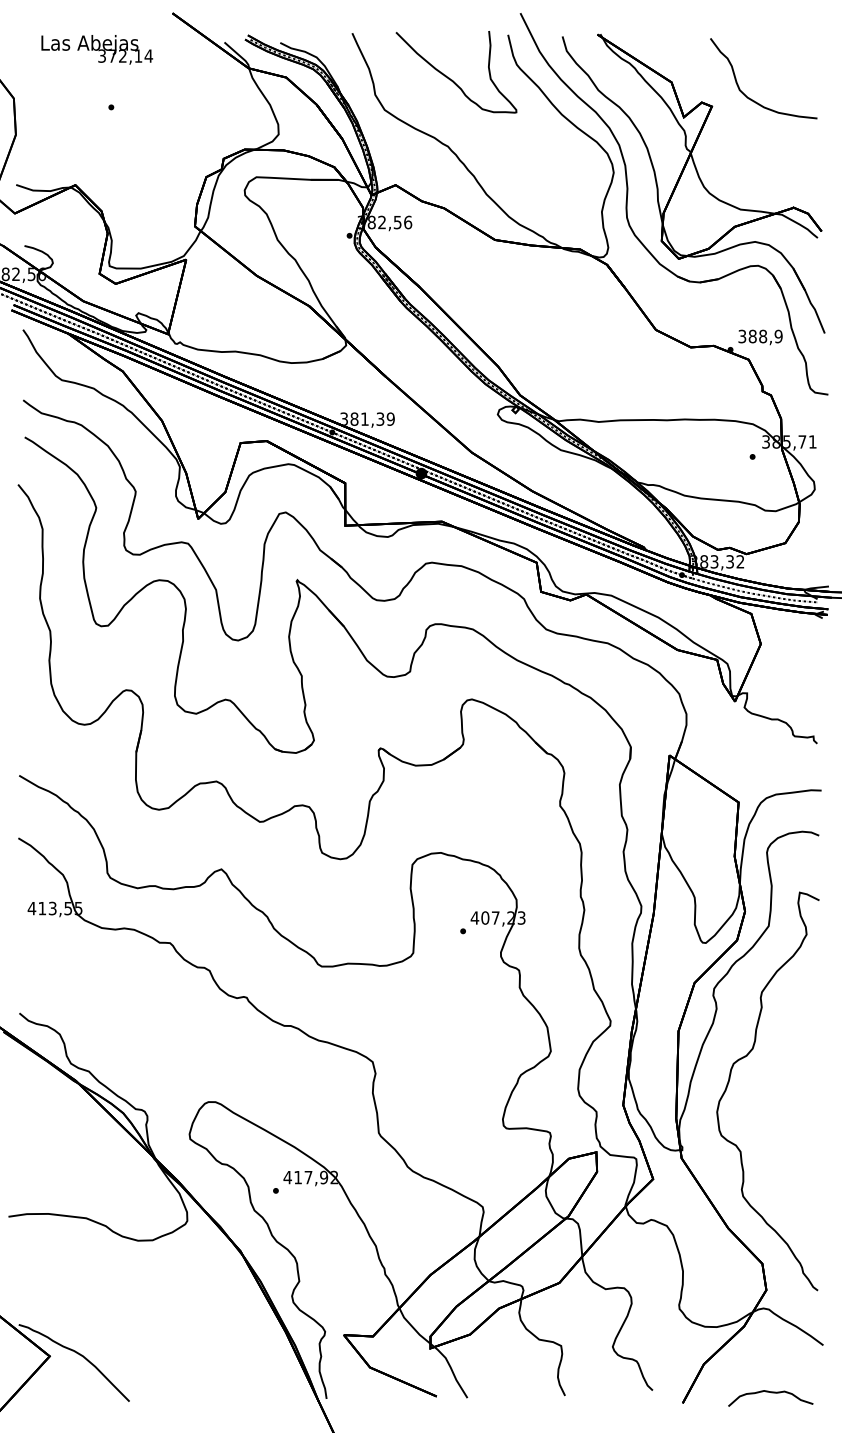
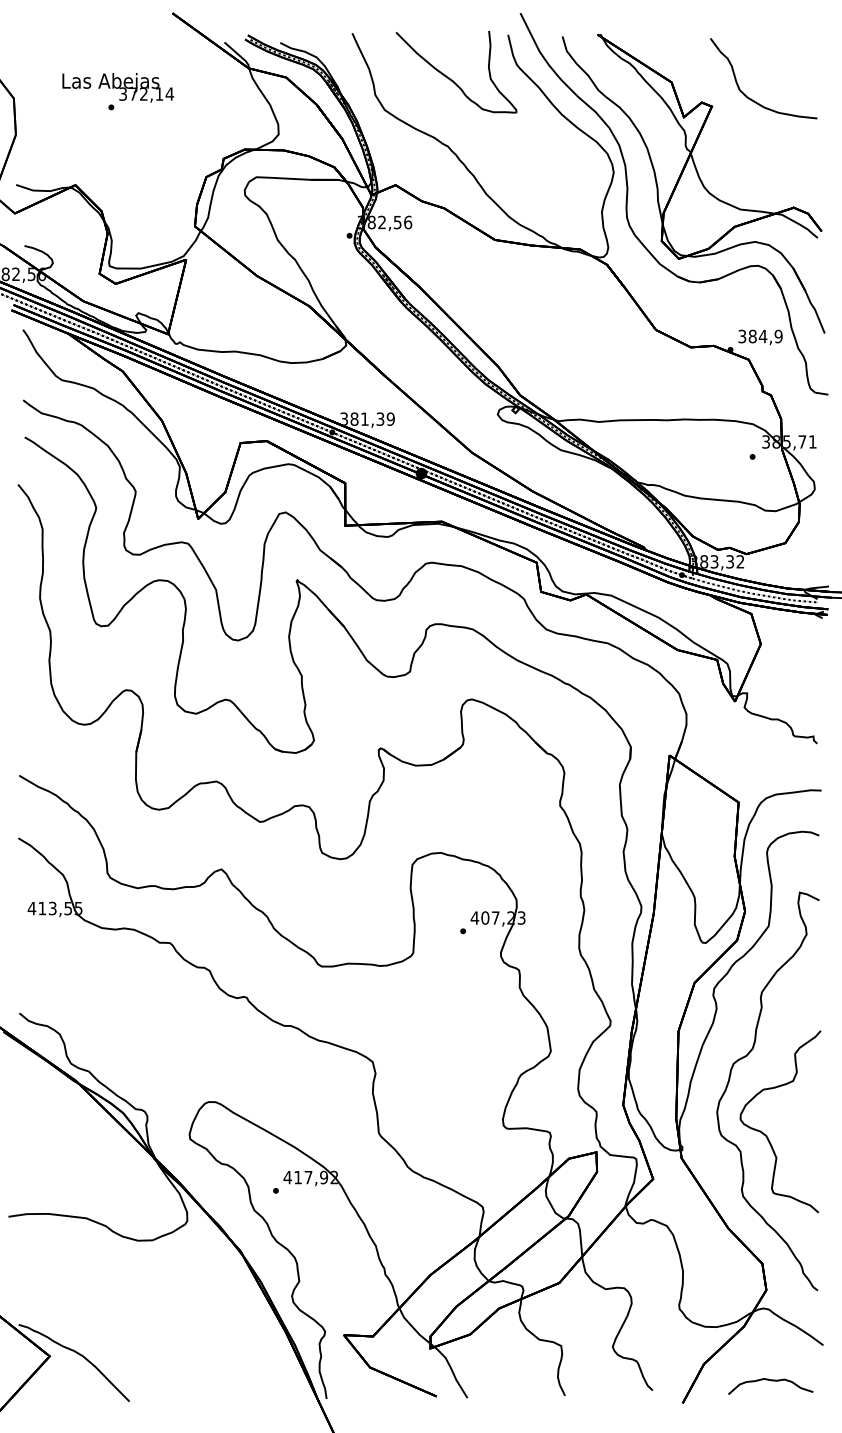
text at (97, 49) position: (97, 49) -> (118, 87)
text at (762, 336): 388,9 -> 384,9
curve at (766, 1134): none -> present
curve at (771, 1393) position: (771, 1393) -> (771, 1381)
